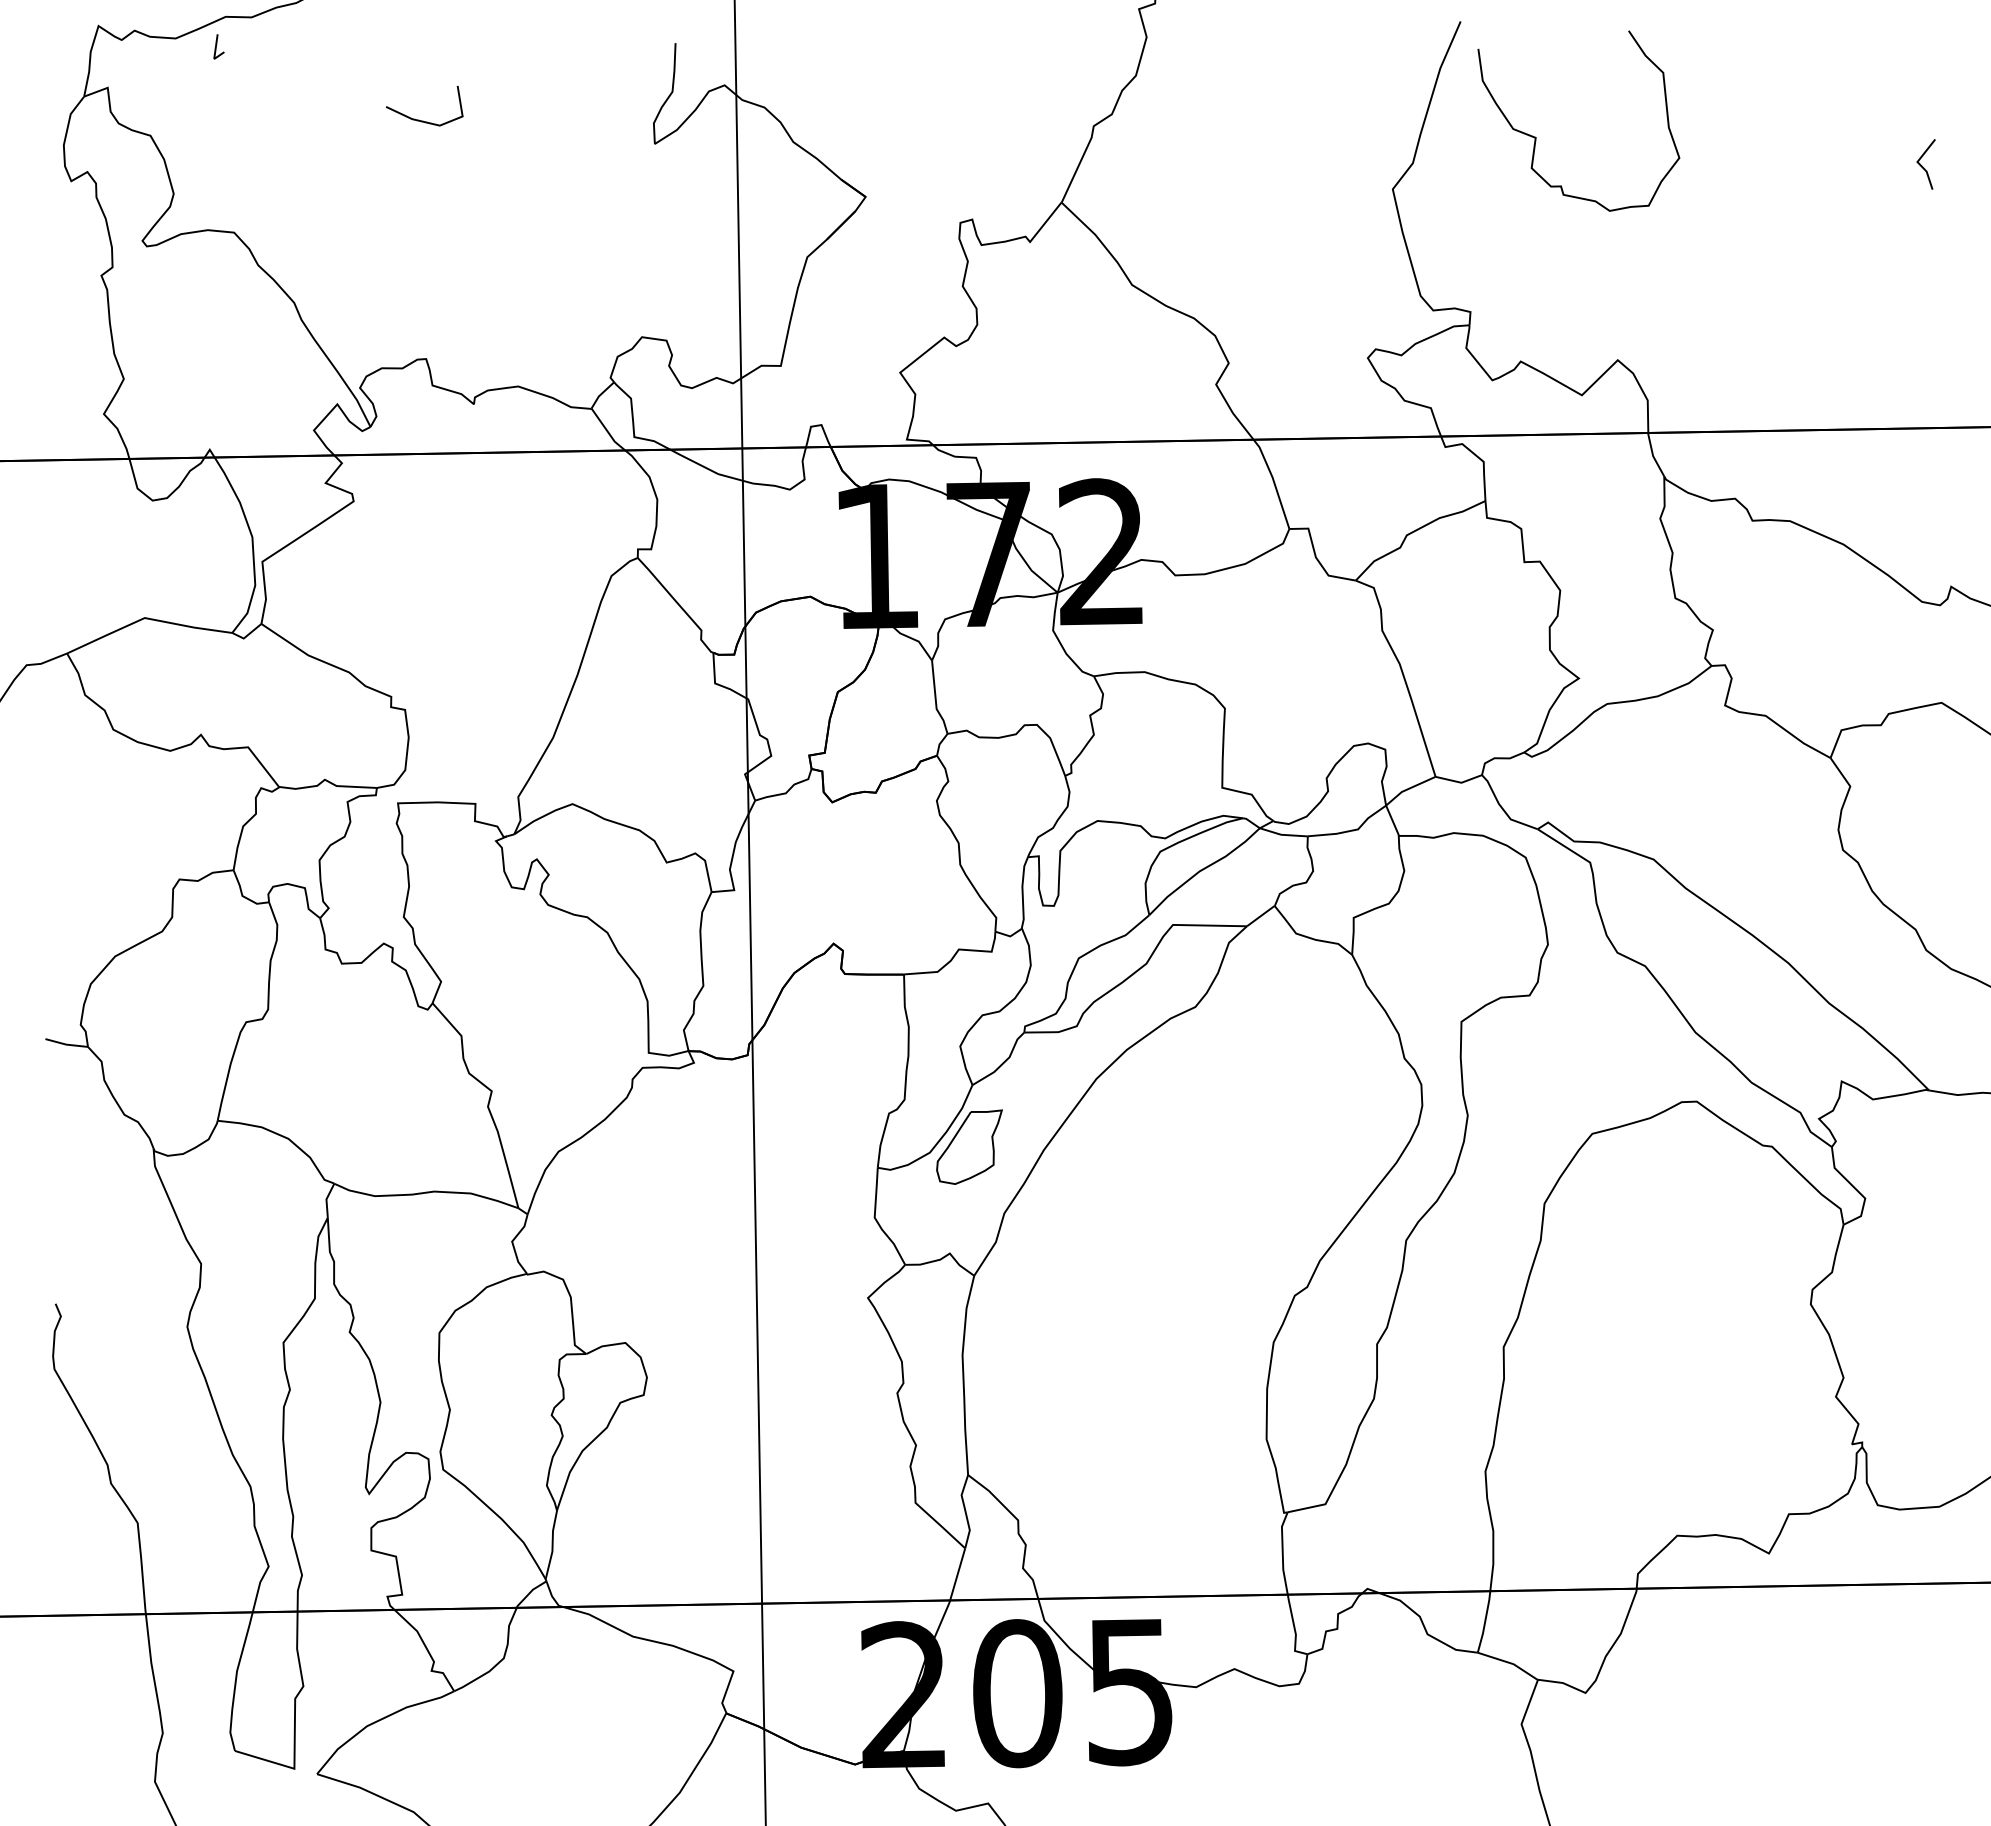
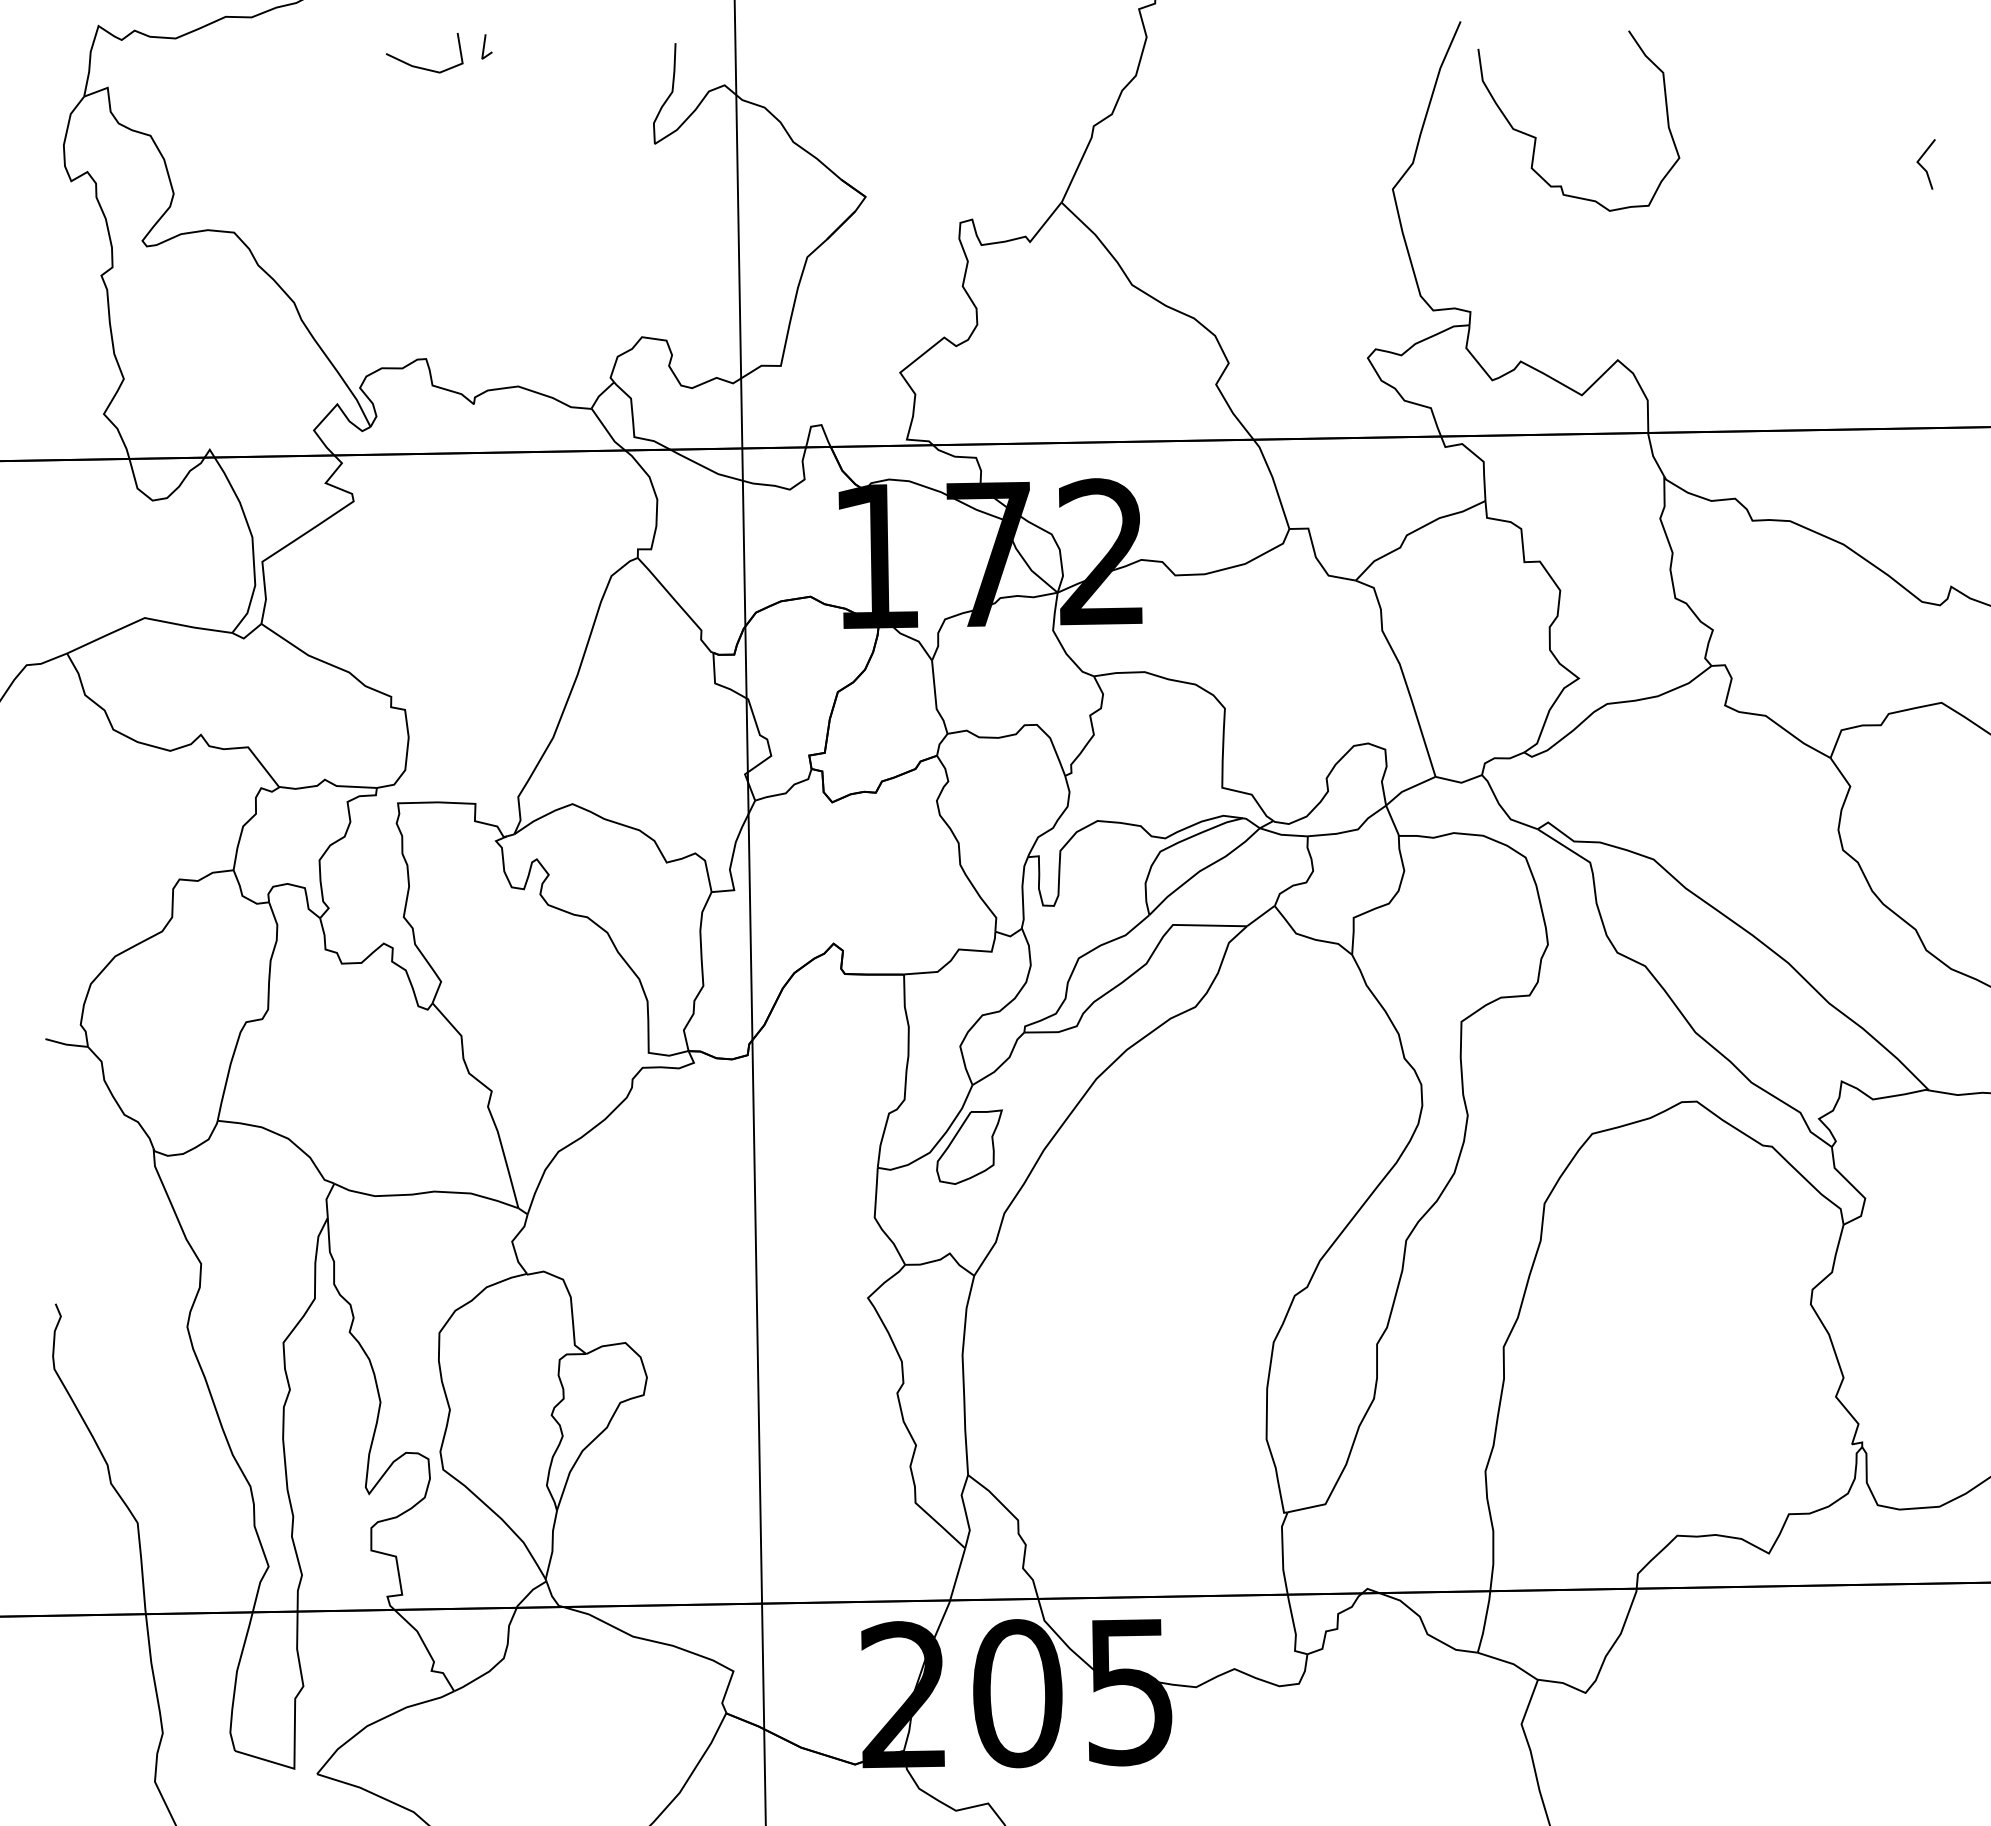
line at (216, 46) position: (216, 46) -> (484, 46)
line at (419, 119) position: (419, 119) -> (419, 66)
